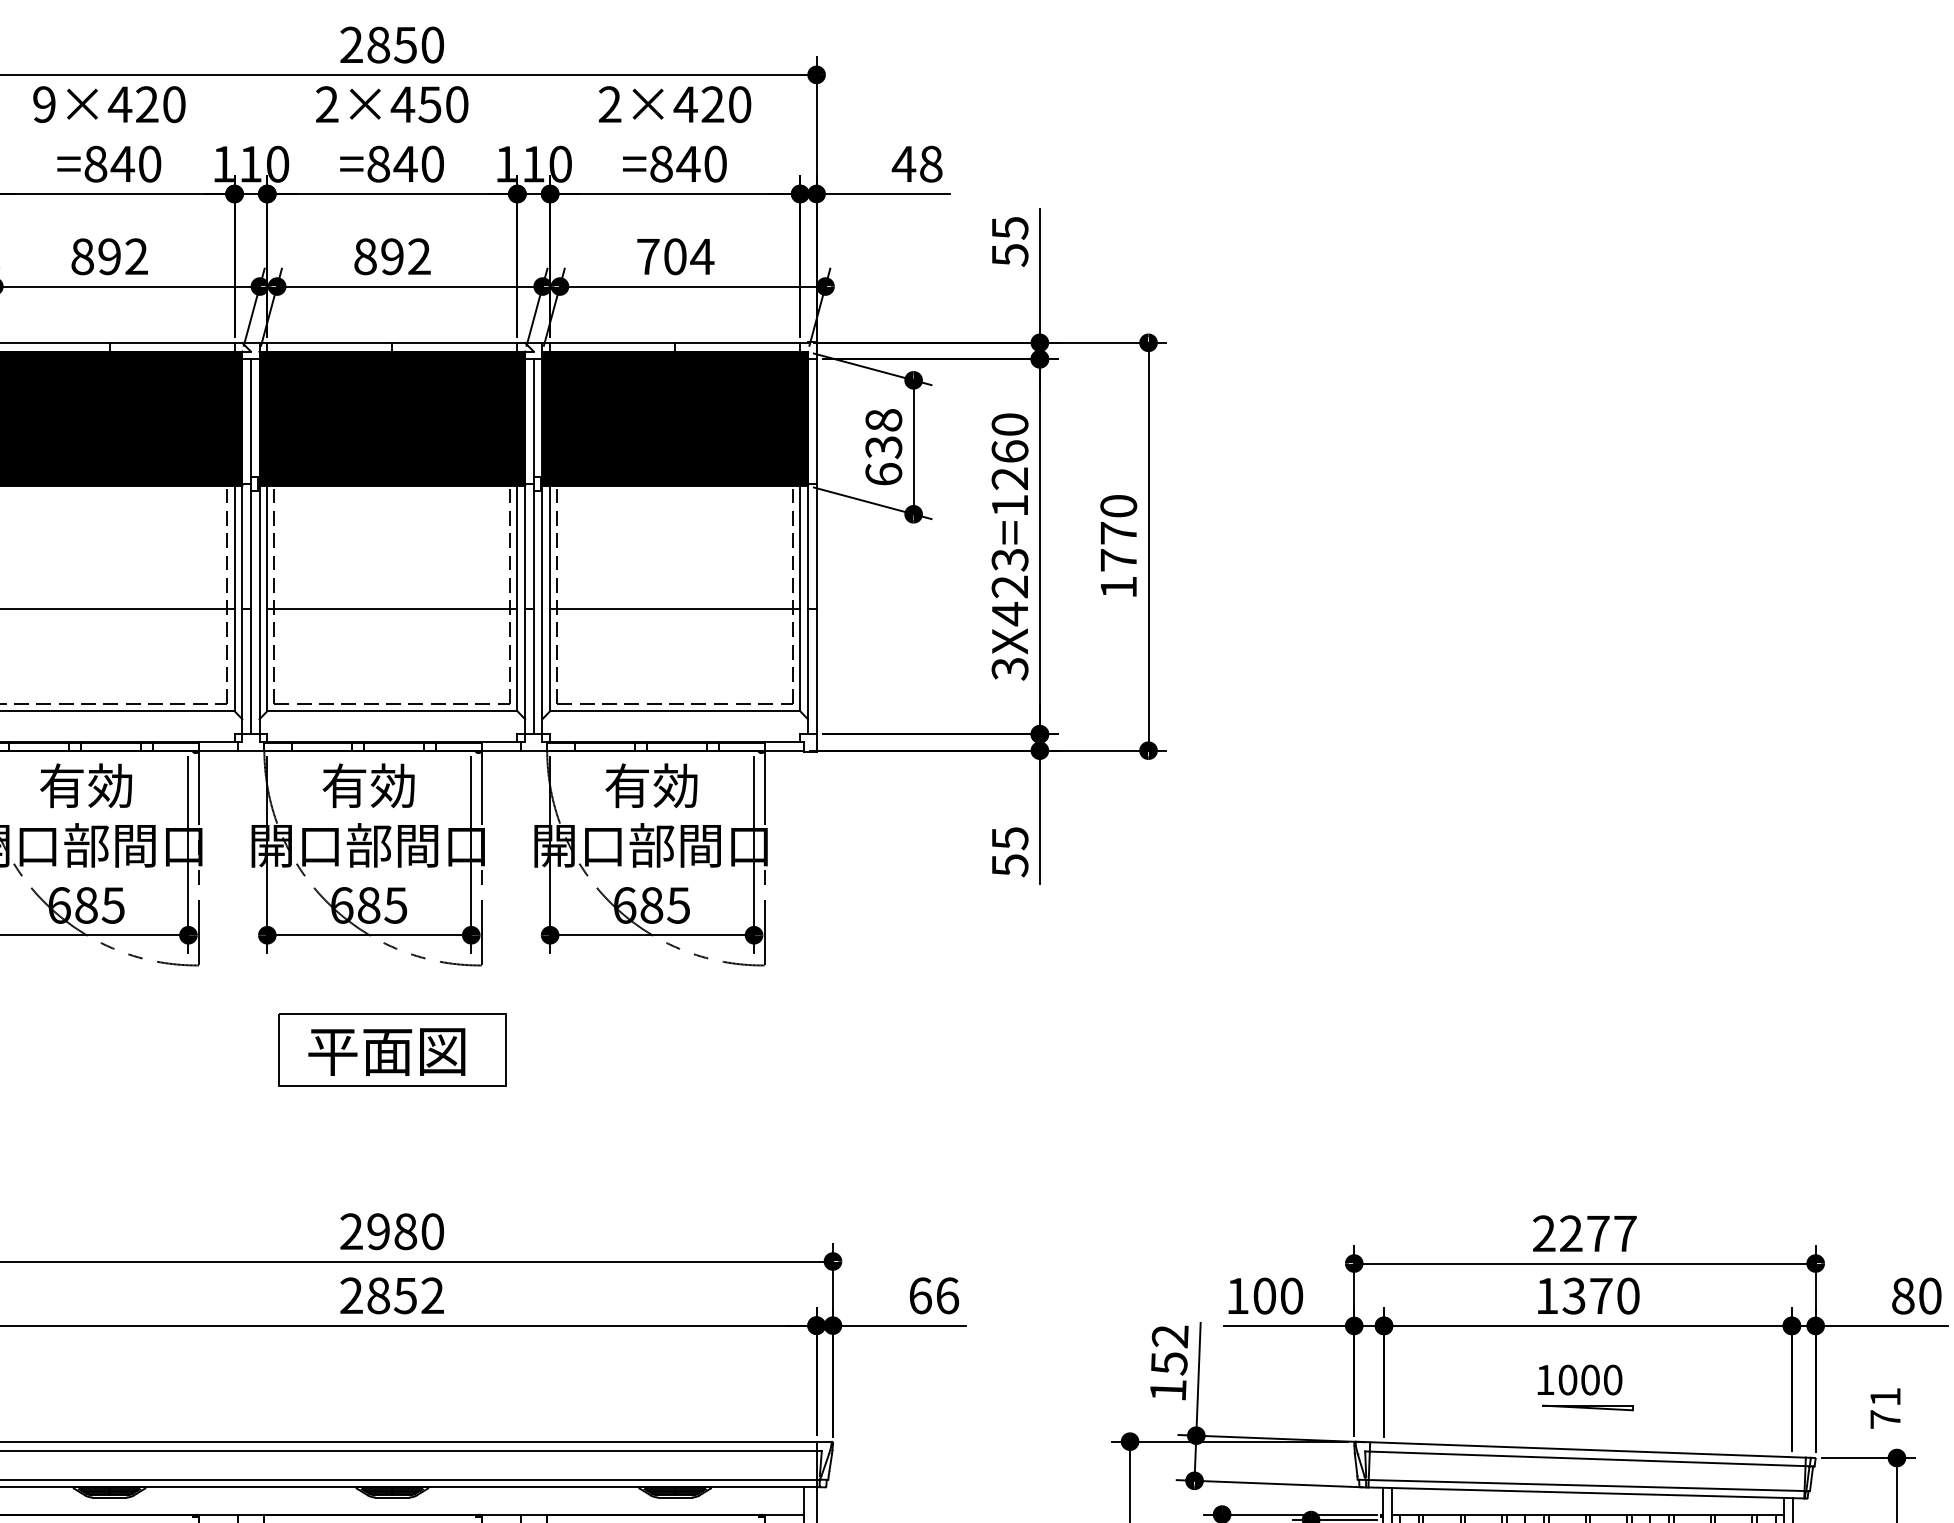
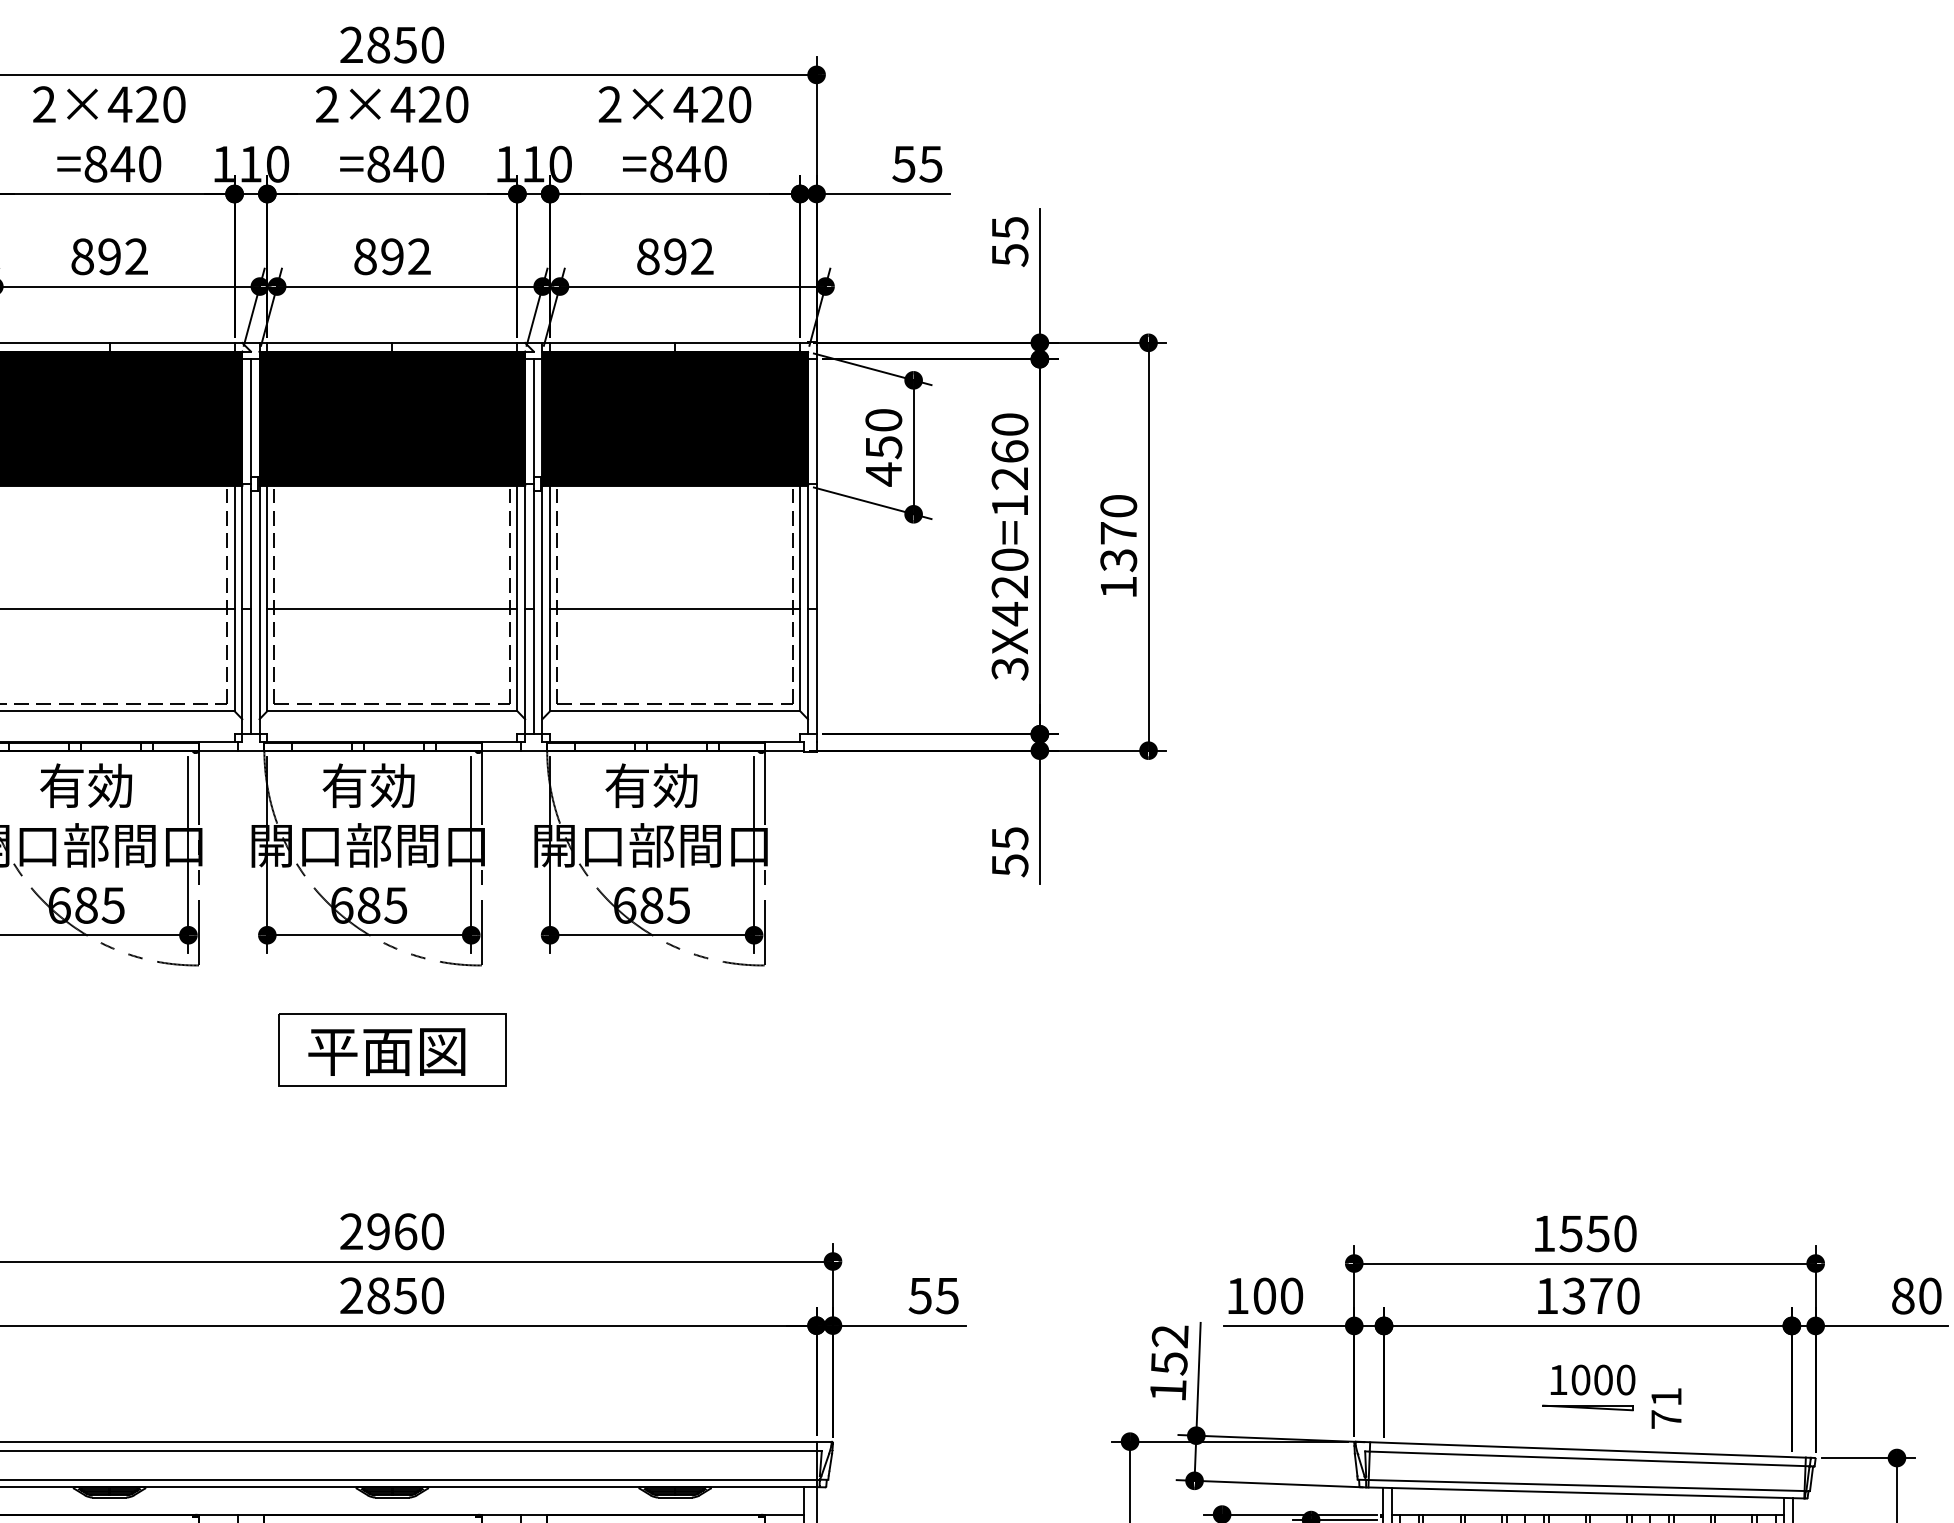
text at (44, 104): 9×420 -> 2×420
text at (429, 104): 2×450 -> 2×420
text at (916, 163): 48 -> 55
text at (675, 256): 704 -> 892
text at (883, 447): 638 -> 450
text at (1009, 559): 3X423=1260 -> 3X420=1260
text at (1118, 560): 1770 -> 1370
text at (405, 1231): 2980 -> 2960
text at (1584, 1233): 2277 -> 1550
text at (432, 1295): 2852 -> 2850
text at (933, 1295): 66 -> 55
text at (1579, 1379) position: (1579, 1379) -> (1592, 1379)
text at (1885, 1408) position: (1885, 1408) -> (1666, 1408)
